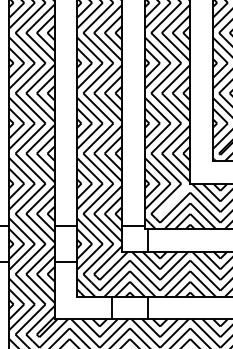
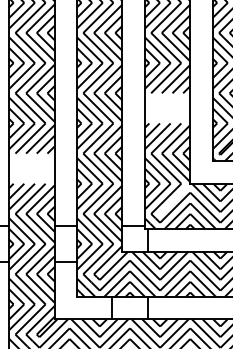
hatch at (167, 108): present -> none
hatch at (31, 168): present -> none
